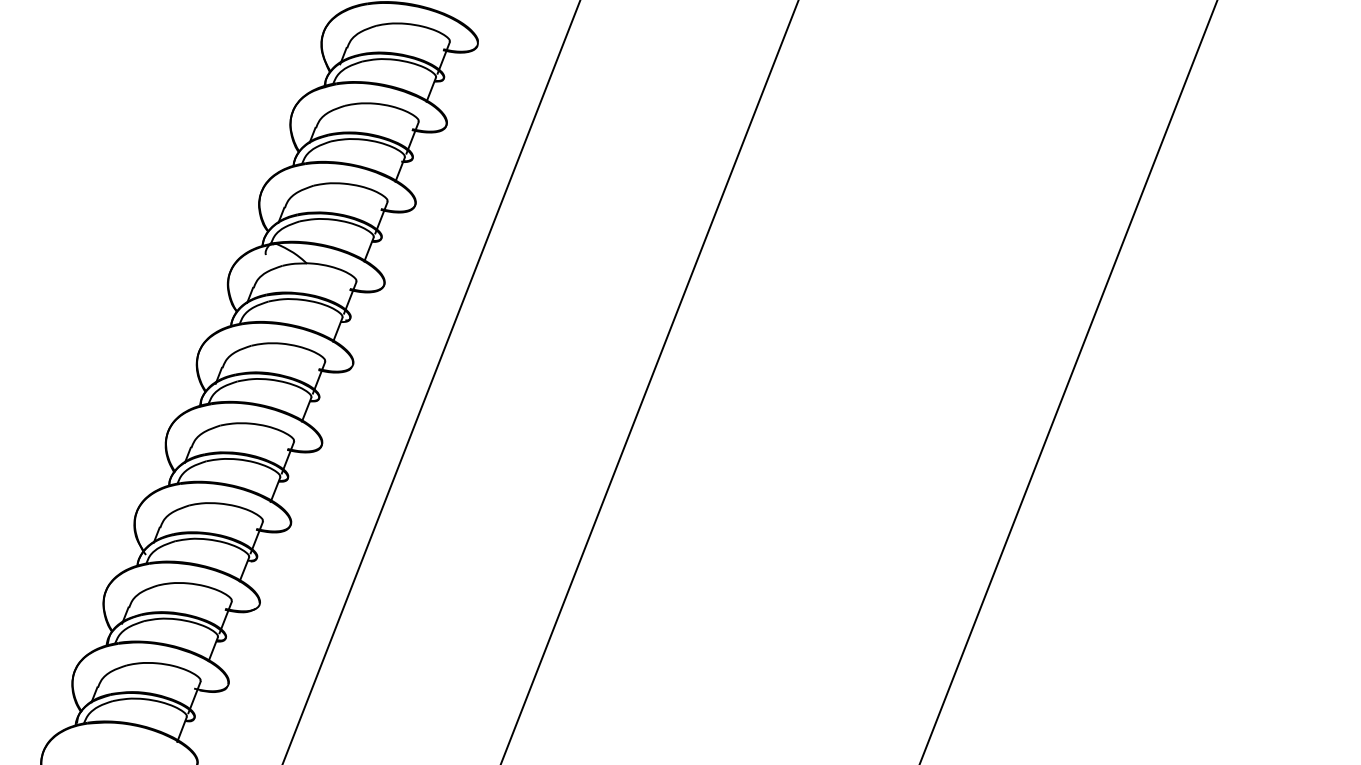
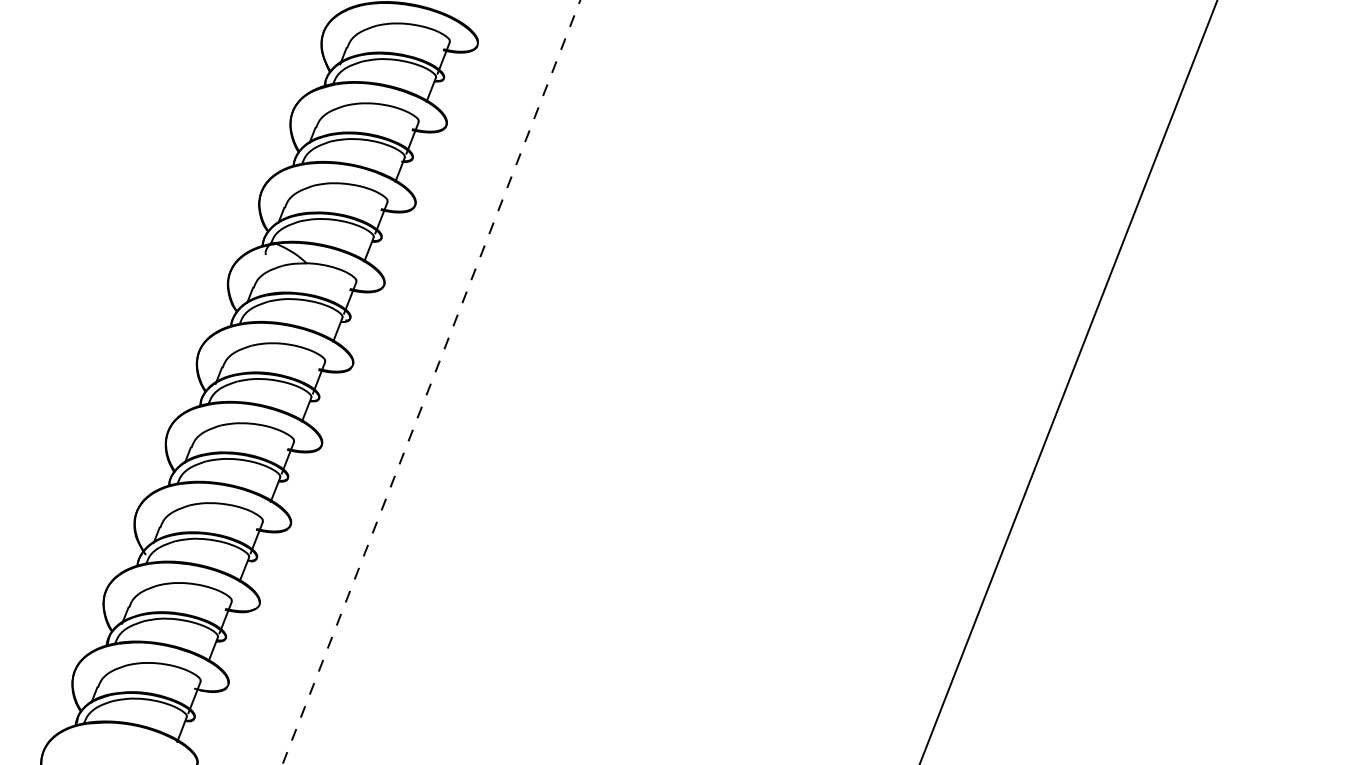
line at (649, 381): present -> none
line at (431, 382): solid -> dashed
